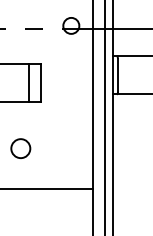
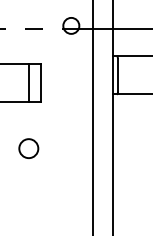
line at (105, 117): present -> none
circle at (20, 148) position: (20, 148) -> (28, 148)
line at (47, 188): present -> none
